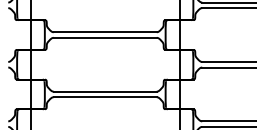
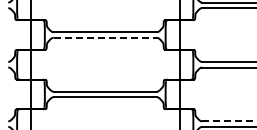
line at (105, 37): solid -> dashed
line at (229, 121): solid -> dashed
